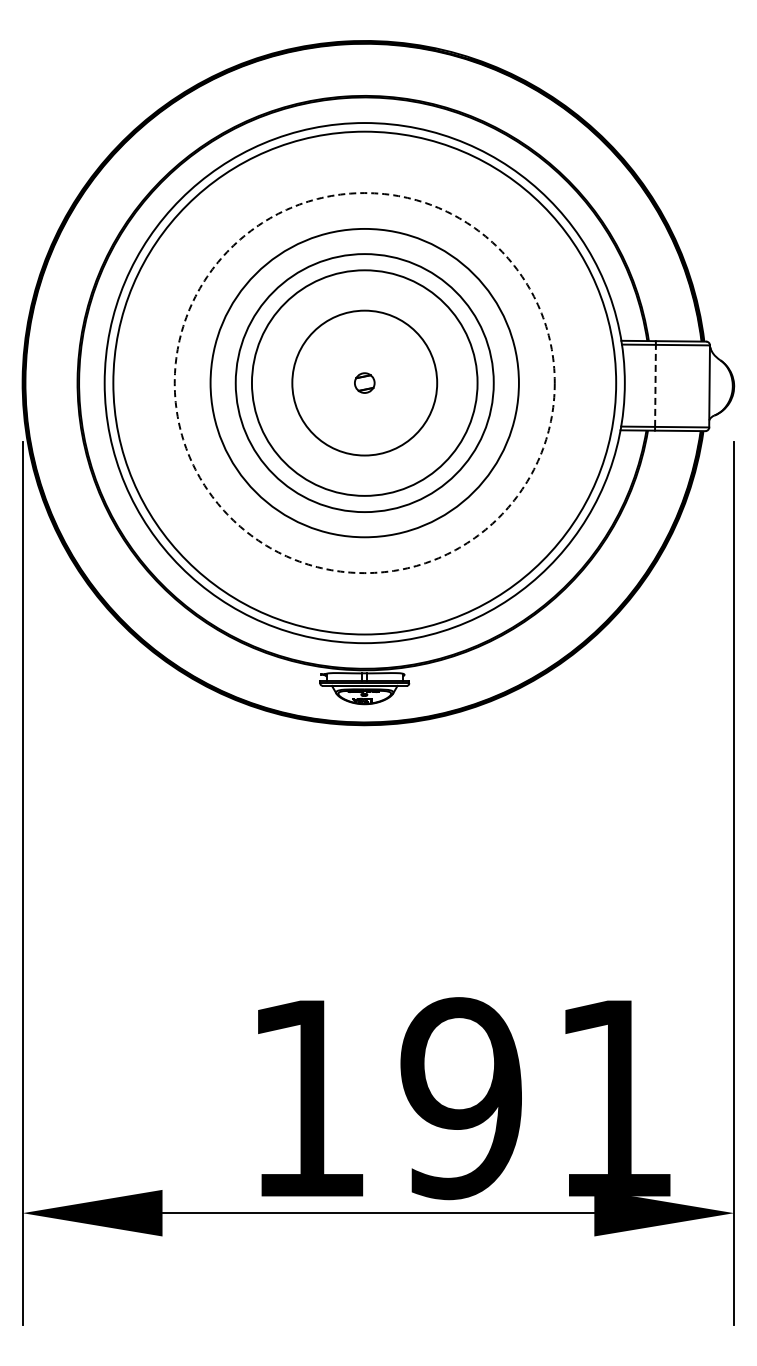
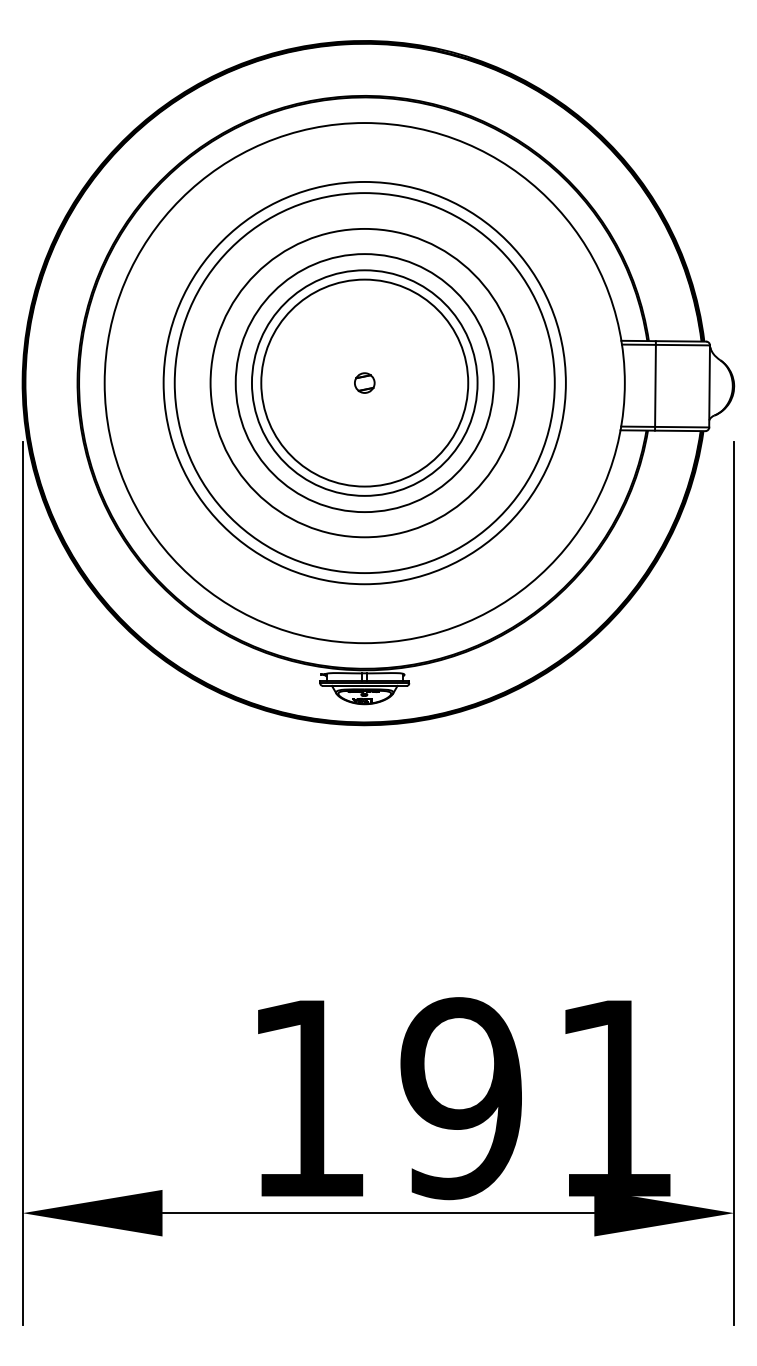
circle at (364, 382) diameter: 145 px -> 207 px
circle at (364, 382) diameter: 503 px -> 402 px
circle at (364, 383): dashed -> solid
line at (655, 385): dashed -> solid
